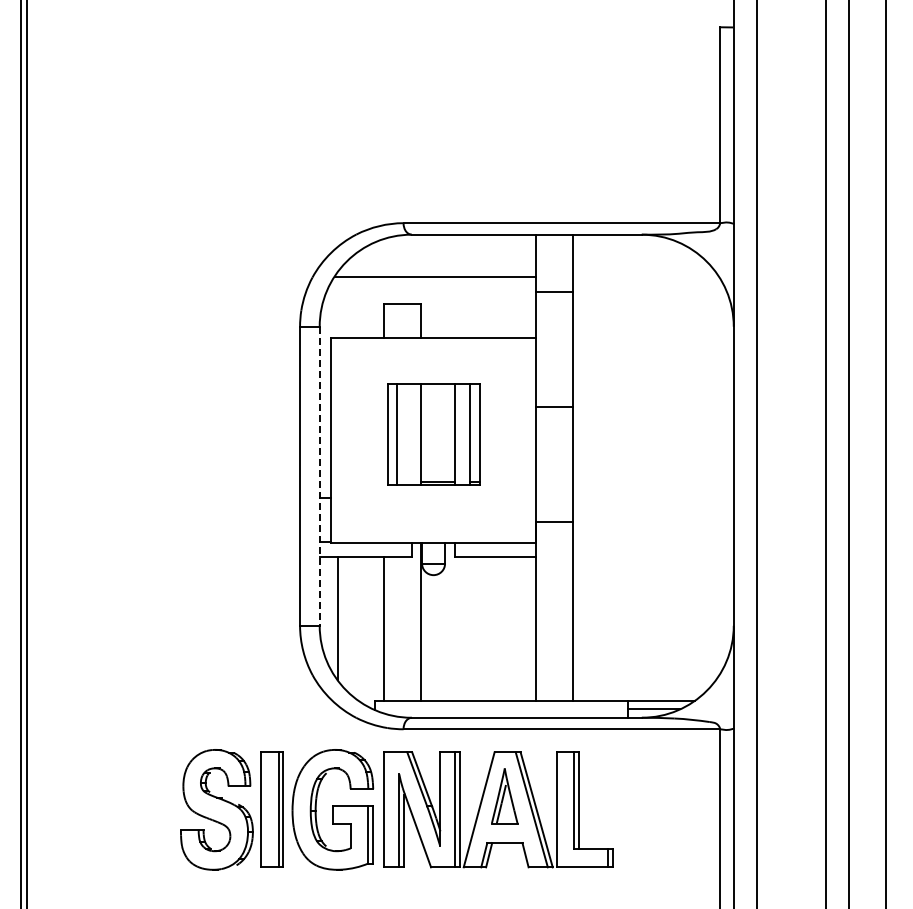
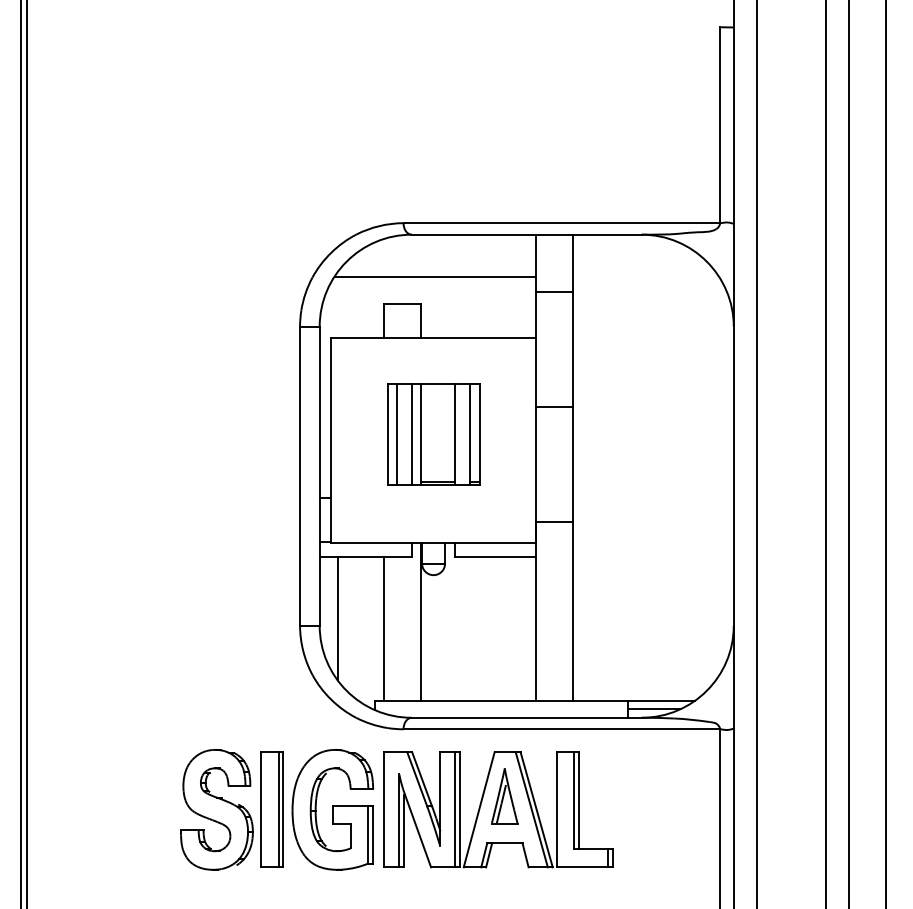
line at (411, 434): none -> present
line at (319, 476): dashed -> solid
